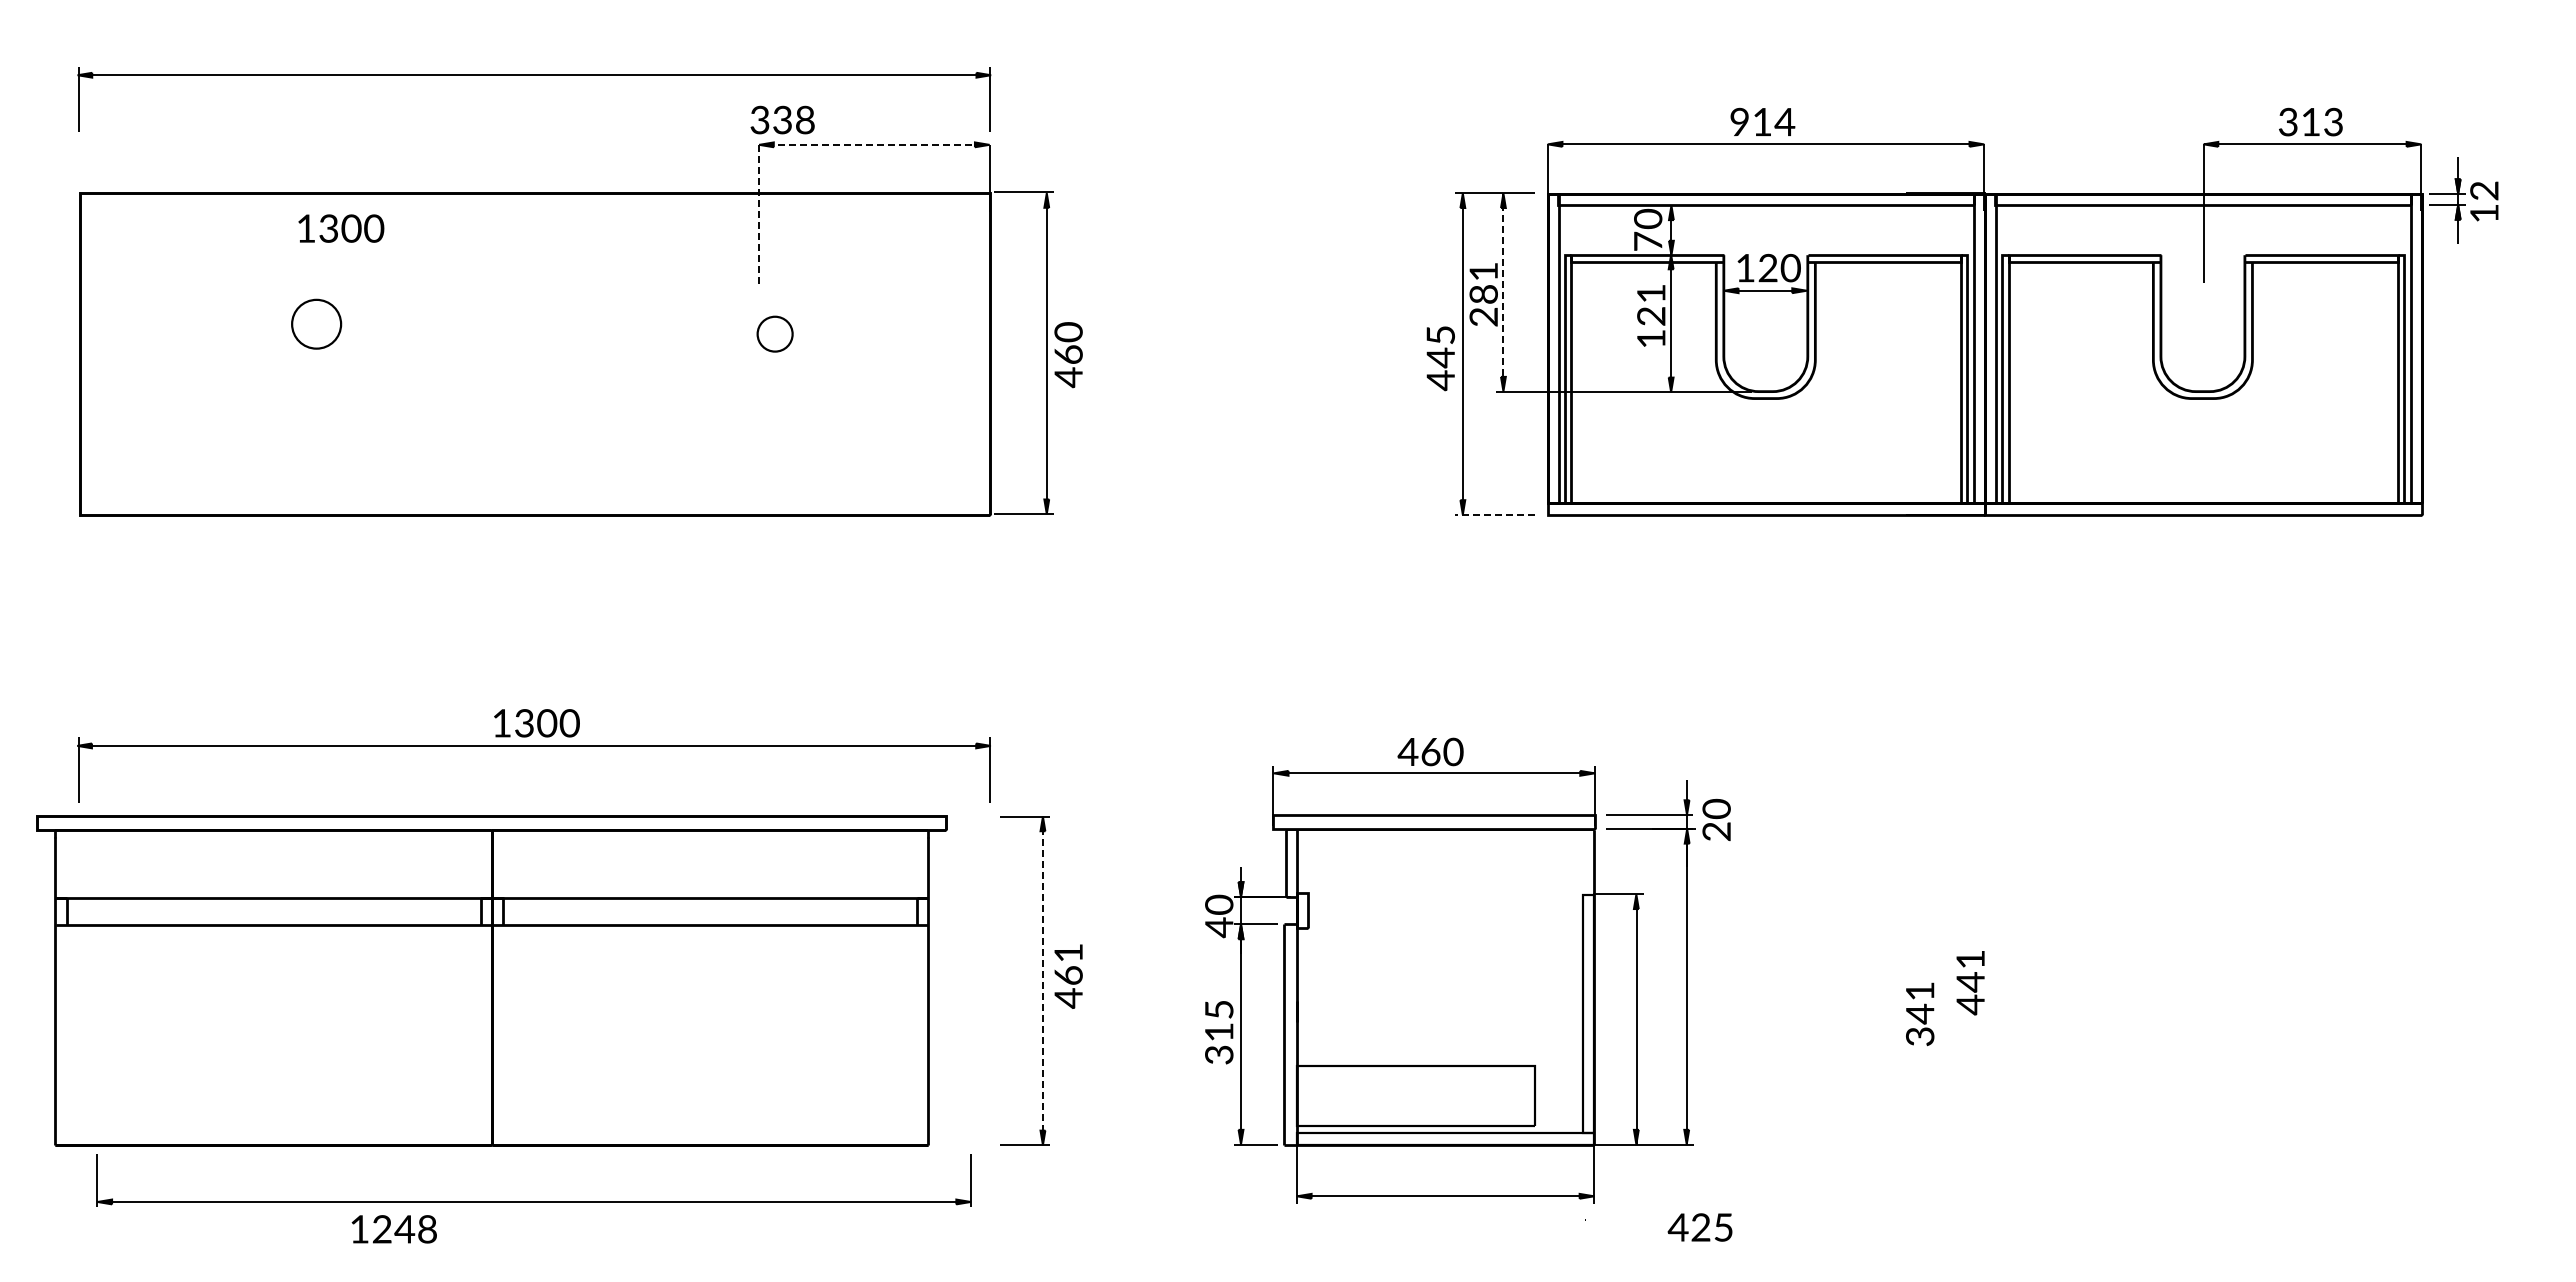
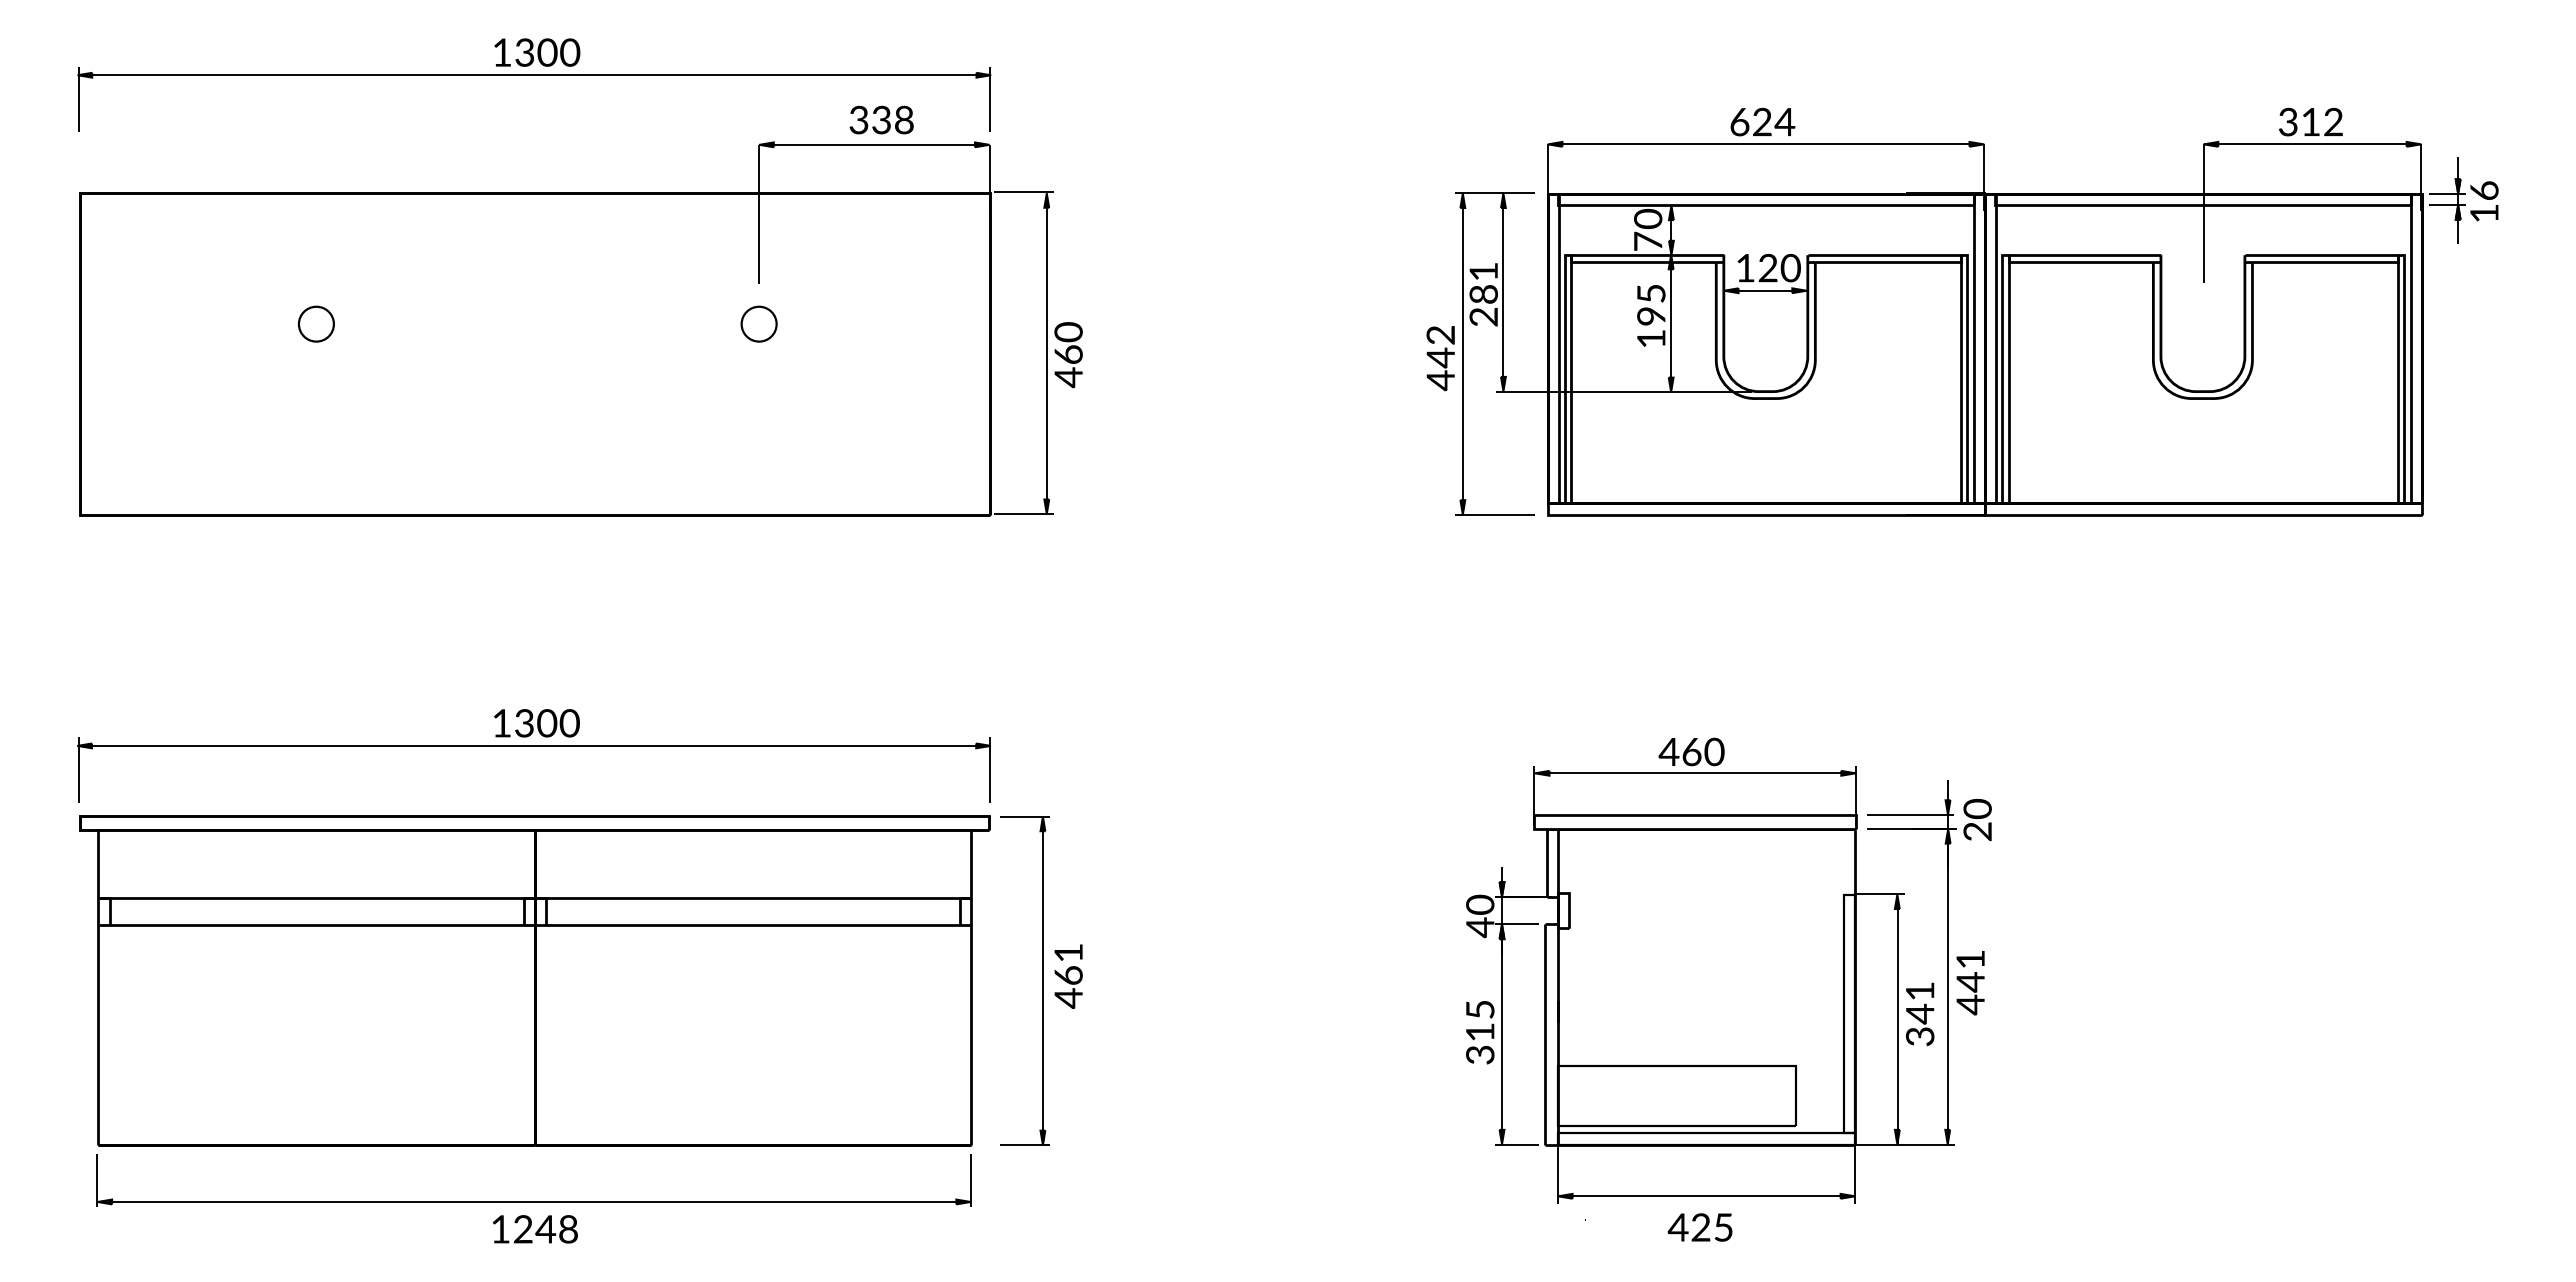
text at (782, 119) position: (782, 119) -> (881, 119)
text at (1750, 121): 914 -> 624
text at (2333, 122): 313 -> 312
line at (877, 144): dashed -> solid
text at (2484, 190): 12 -> 16
line at (759, 214): dashed -> solid
text at (341, 228) position: (341, 228) -> (537, 52)
line at (1503, 291): dashed -> solid
text at (1651, 305): 121 -> 195
part at (316, 323) size: 52x52 px -> 38x38 px
part at (774, 333) position: (774, 333) -> (758, 323)
text at (1440, 335): 445 -> 442
line at (1495, 514): dashed -> solid
part at (1467, 970) position: (1467, 970) -> (1728, 970)
line at (1042, 973): dashed -> solid
part at (491, 980) position: (491, 980) -> (534, 980)
text at (393, 1229) position: (393, 1229) -> (534, 1229)
